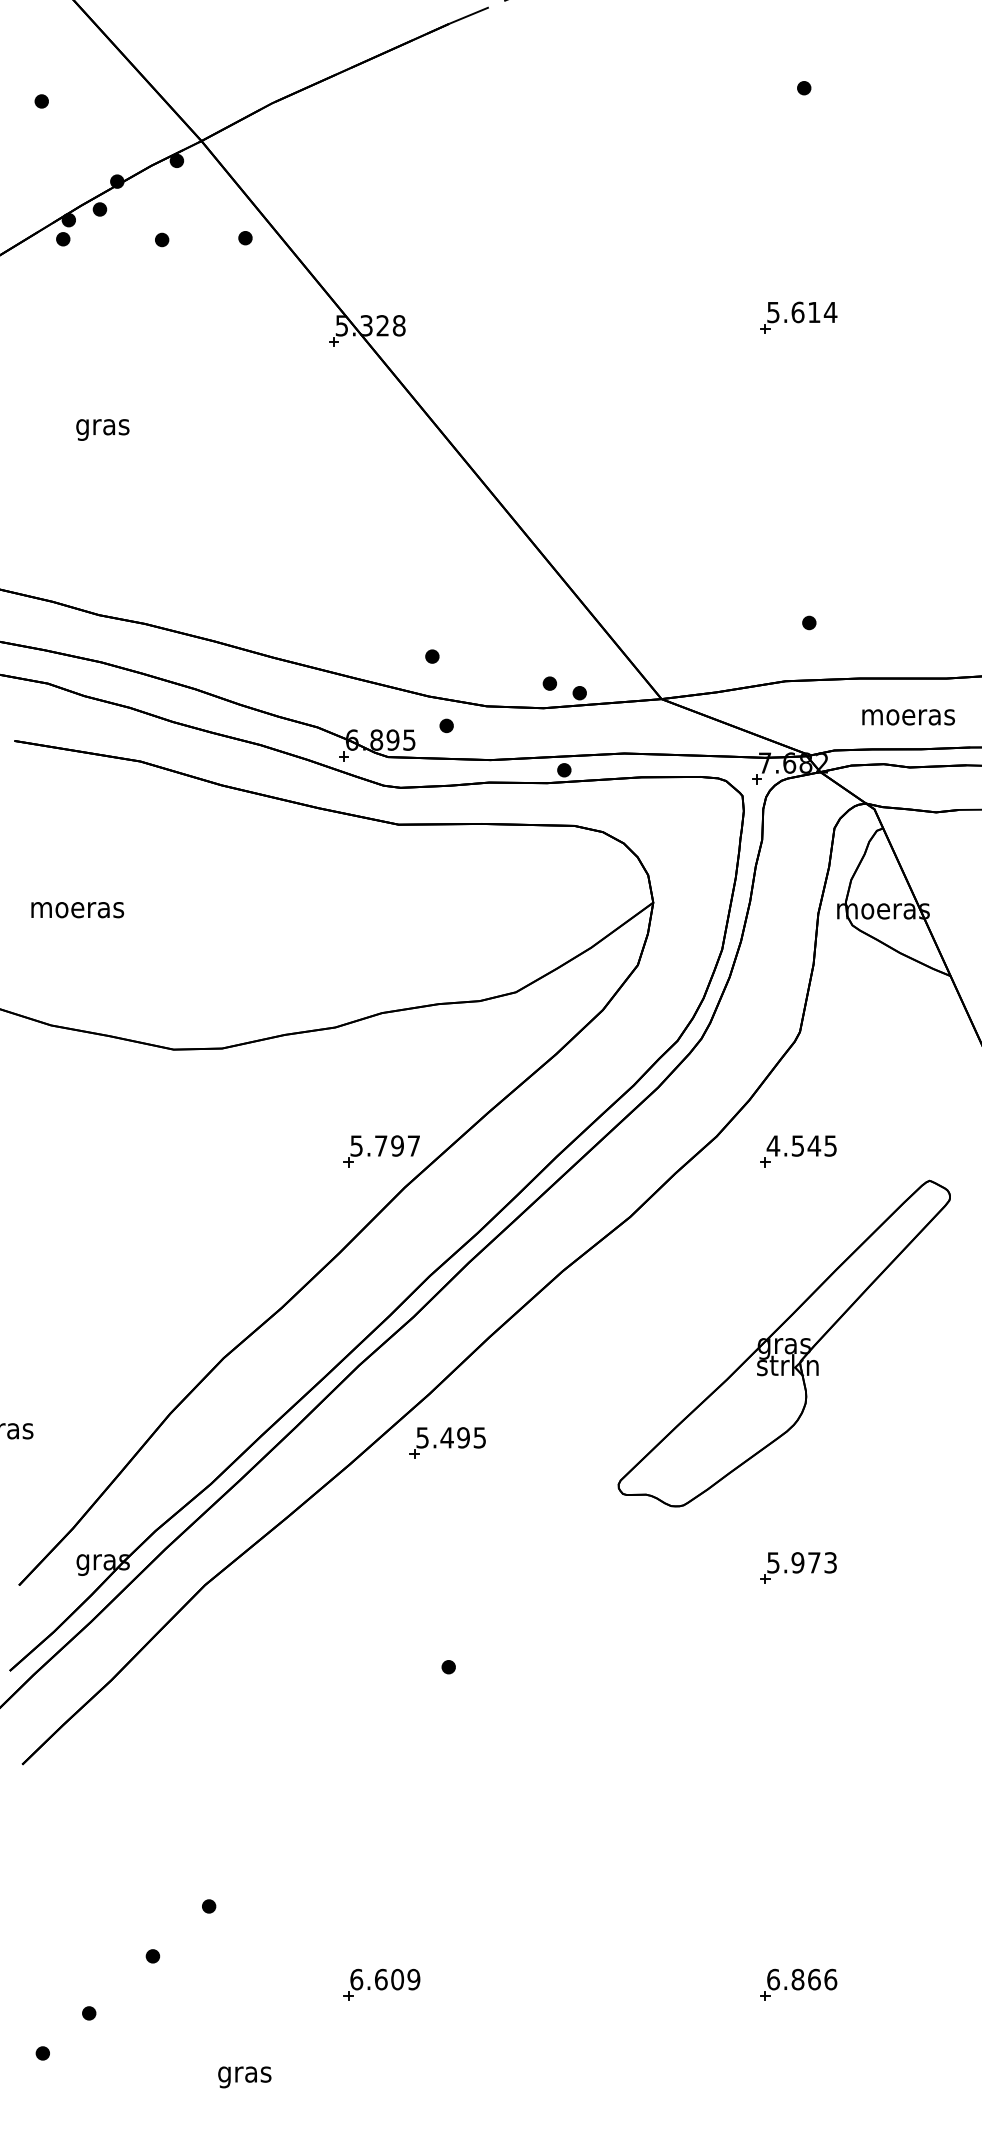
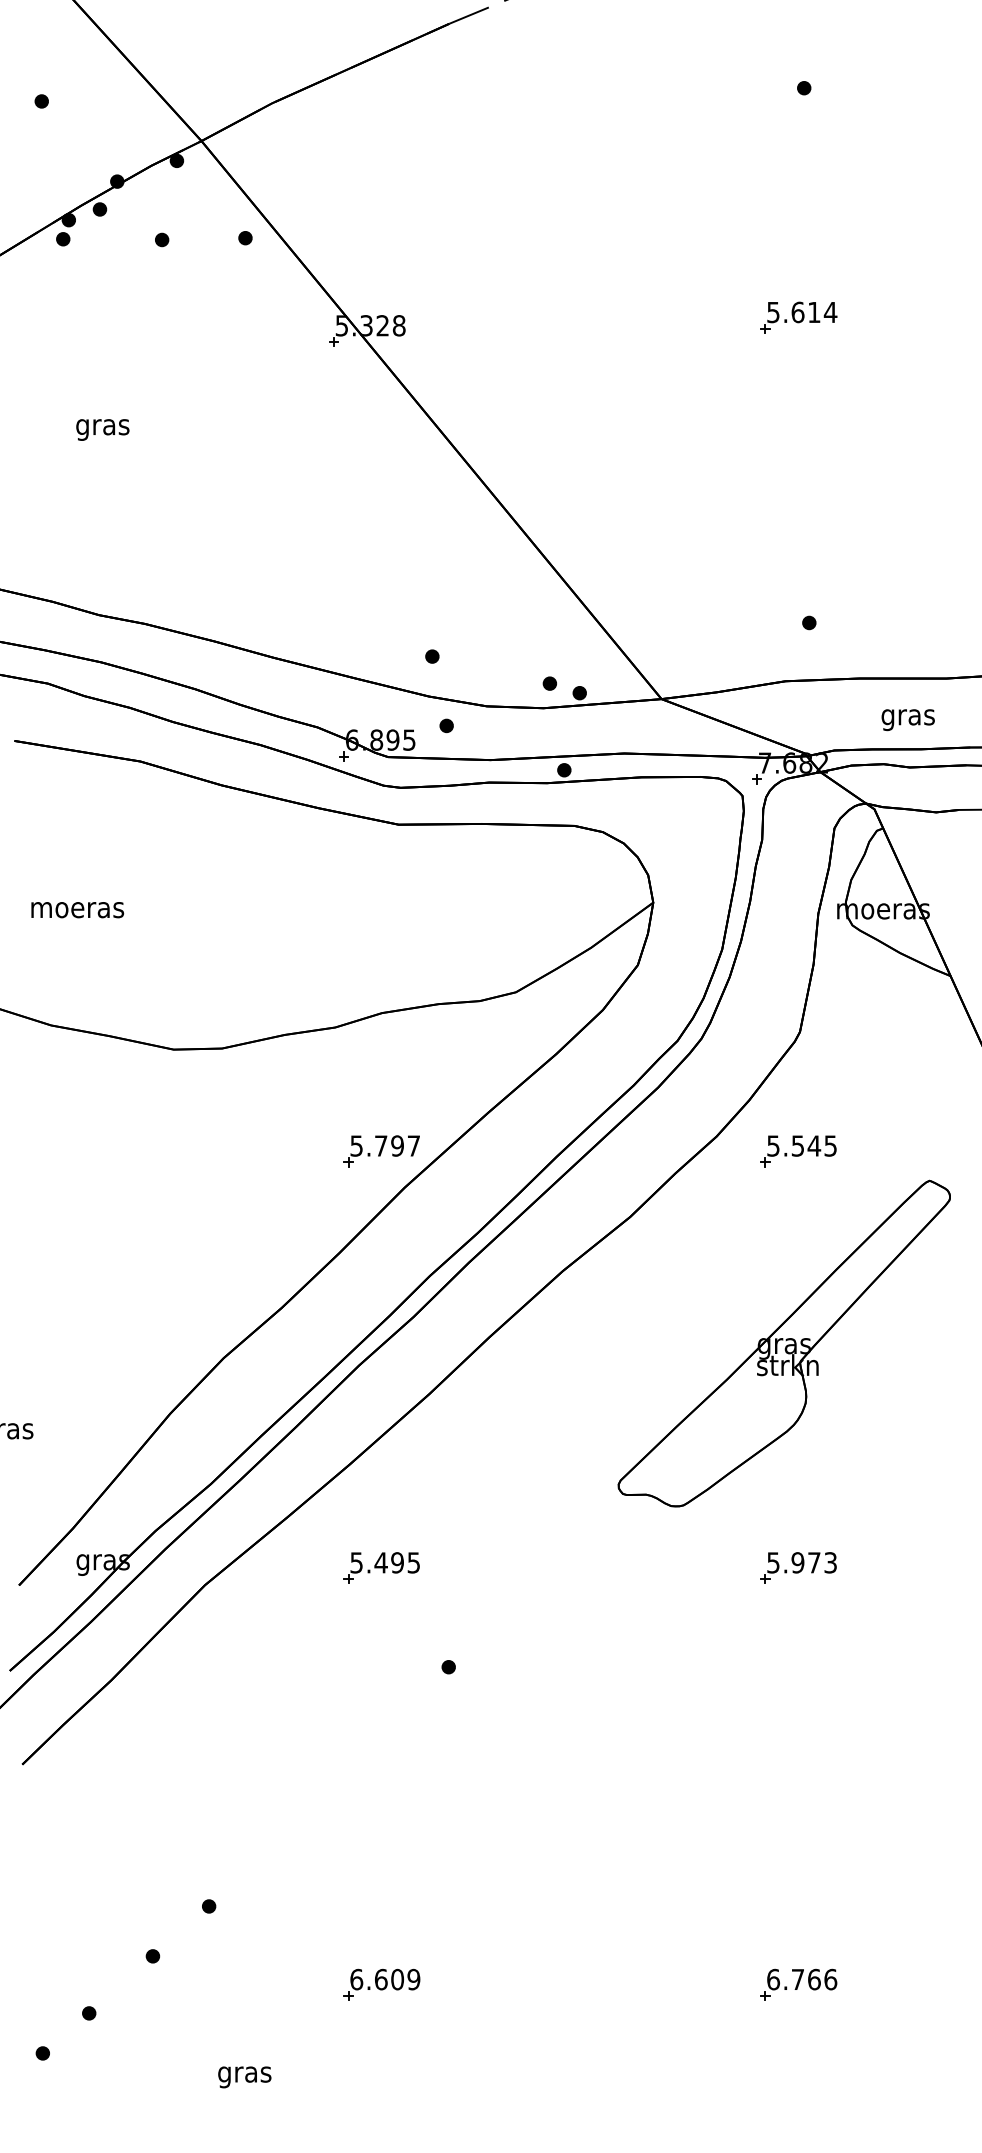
text at (908, 720): moeras -> gras
text at (773, 1145): 4.545 -> 5.545
part at (447, 1442) position: (447, 1442) -> (381, 1567)
text at (797, 1979): 6.866 -> 6.766
